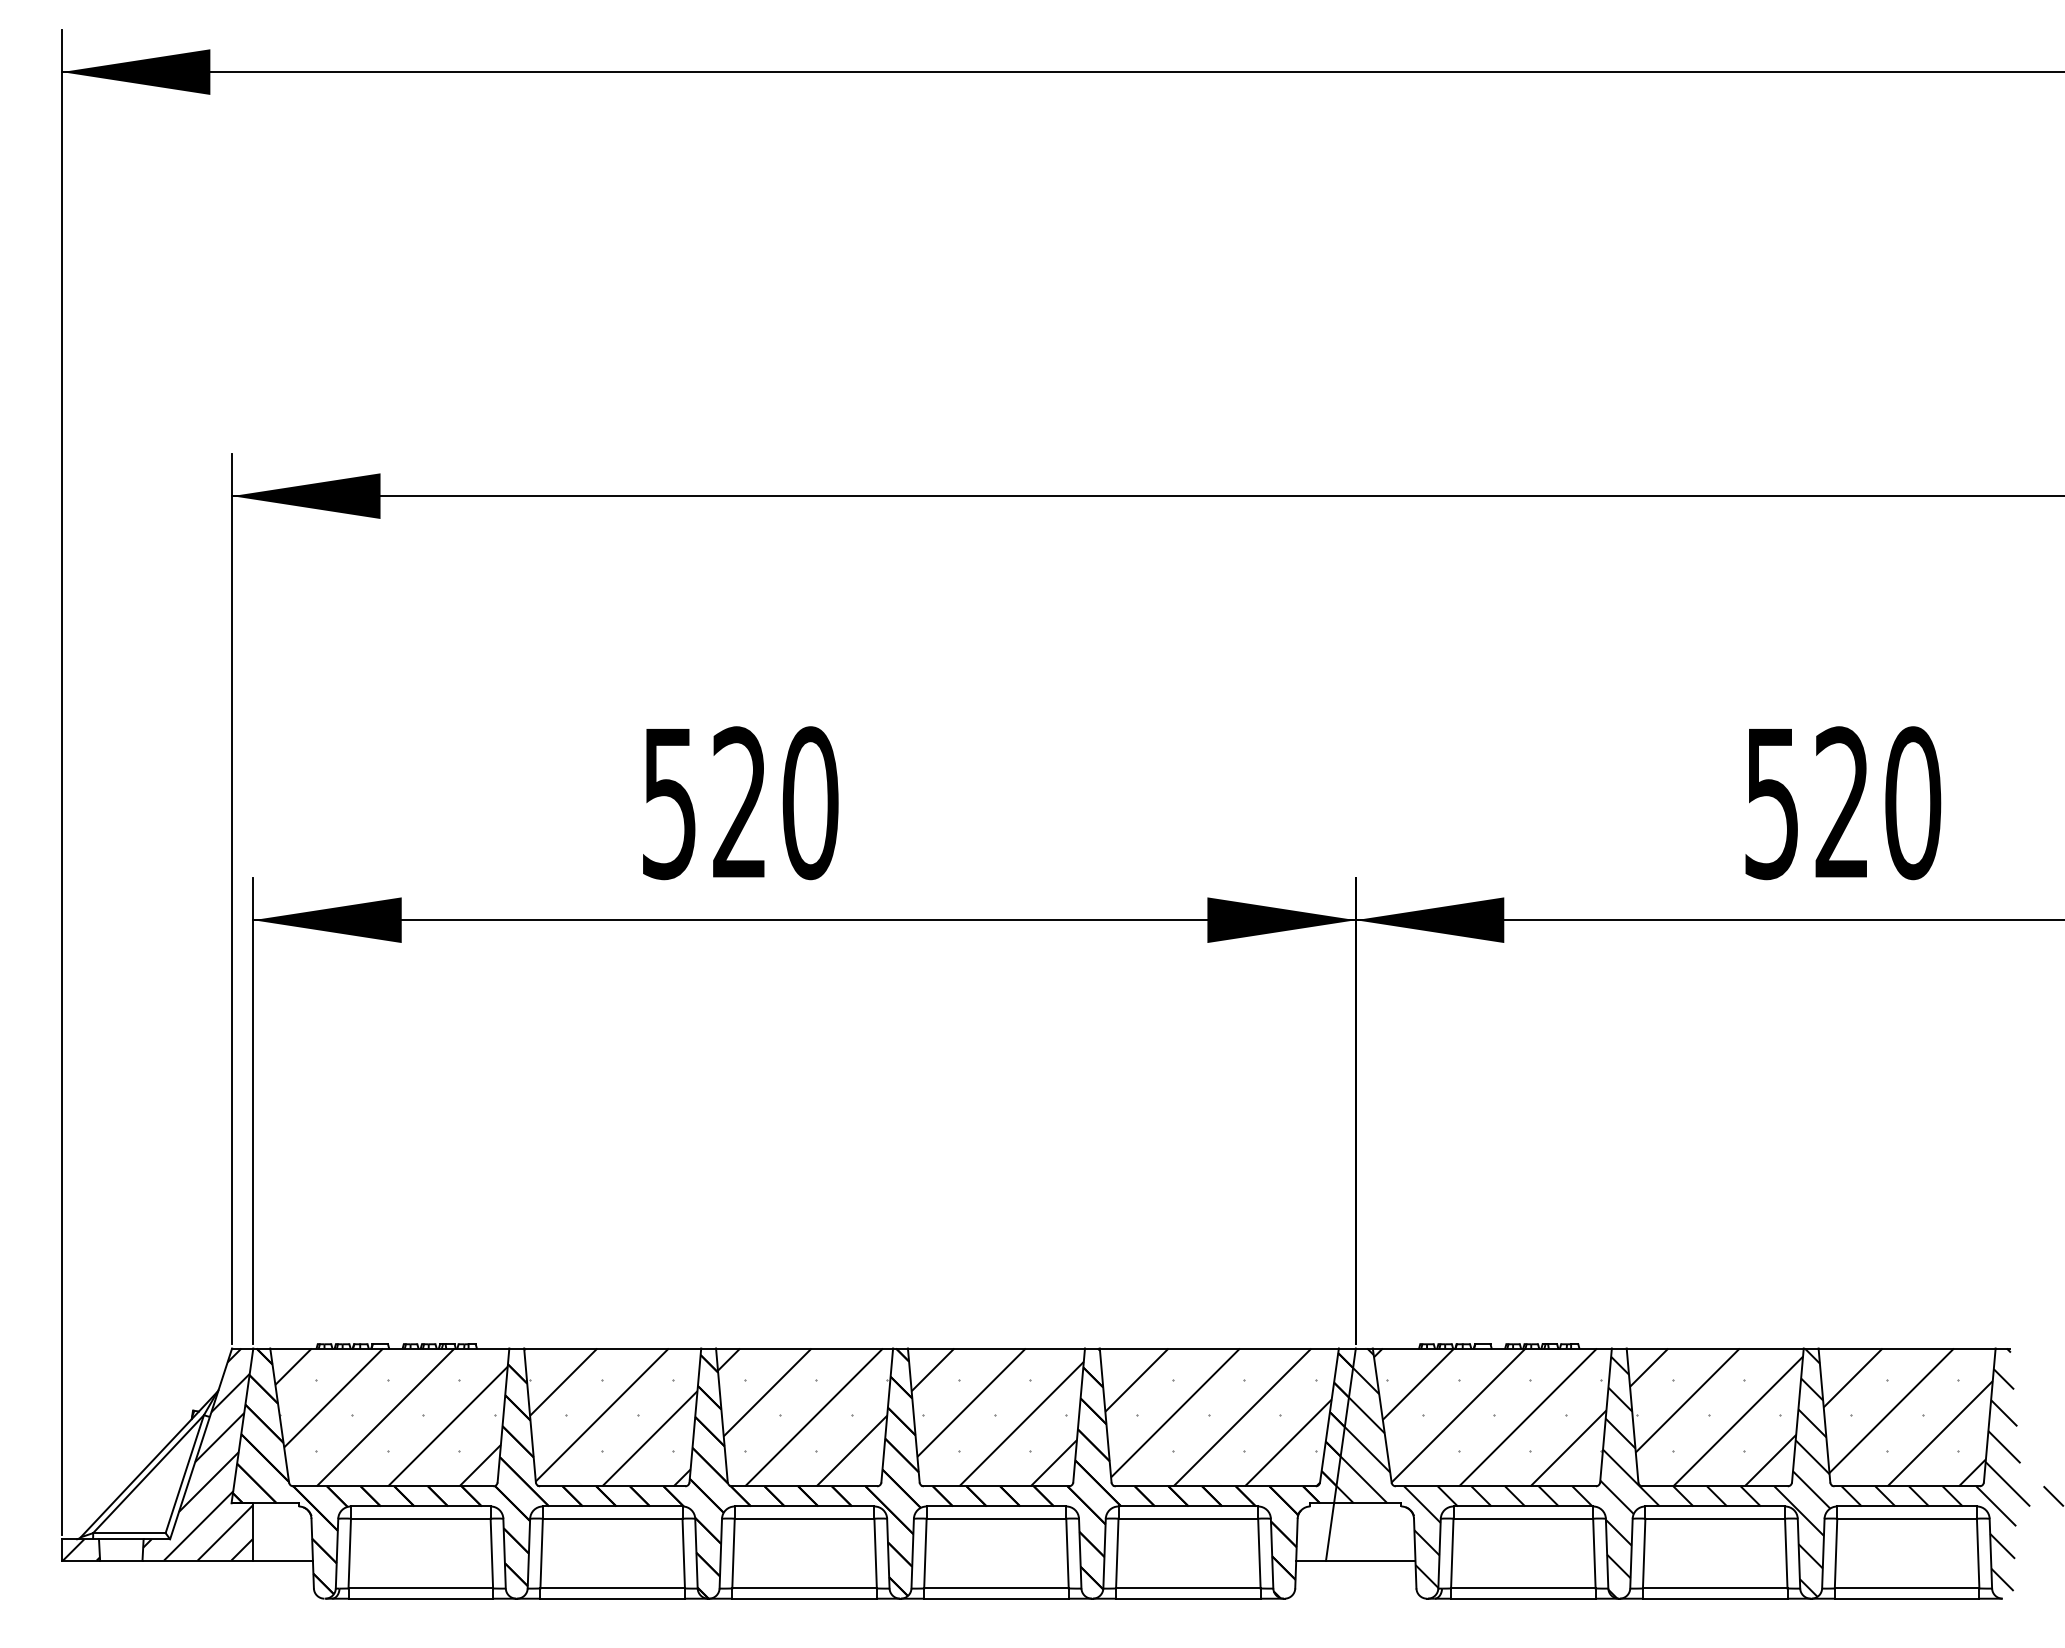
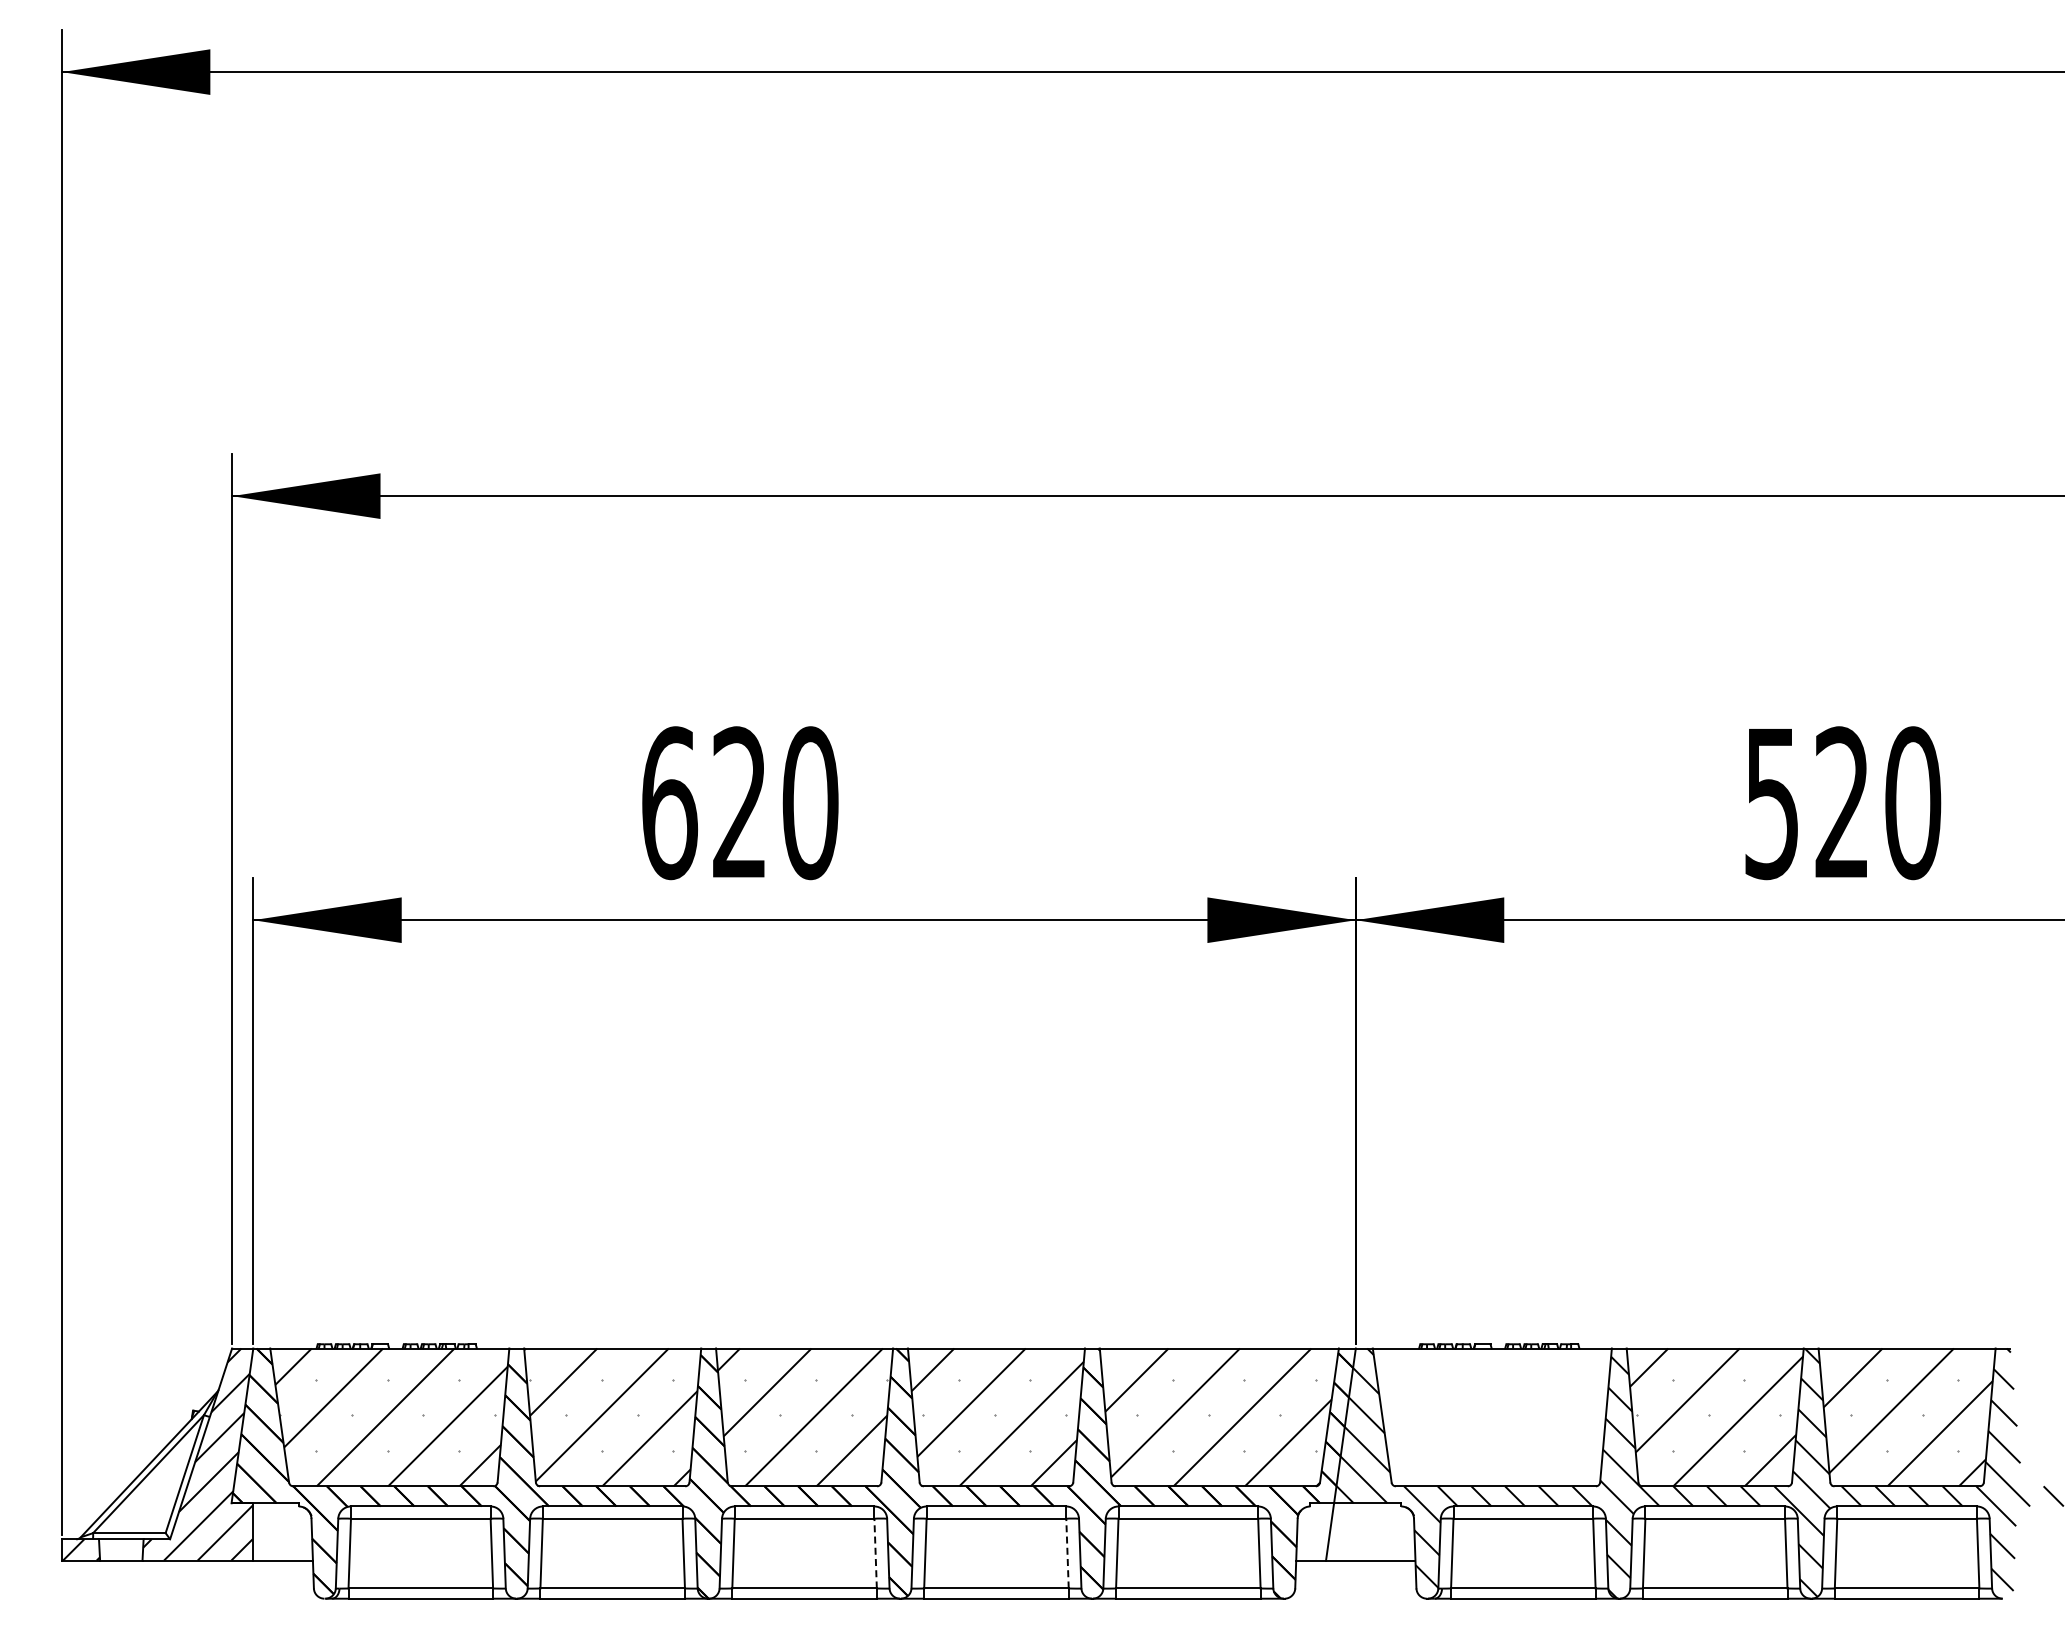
text at (670, 803): 520 -> 620
hatch at (1490, 1417): present -> none
line at (875, 1553): solid -> dashed
line at (1067, 1553): solid -> dashed
